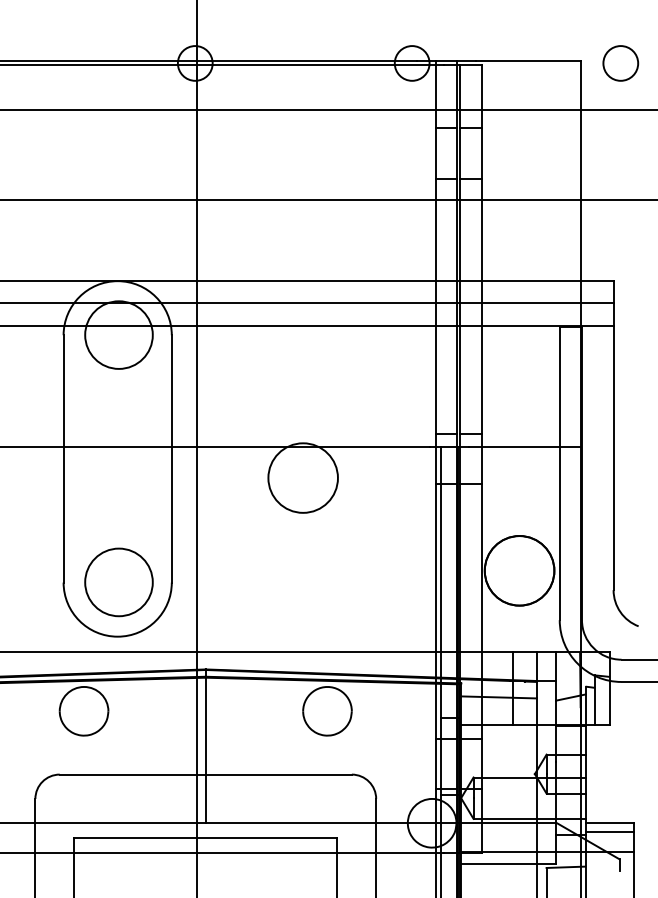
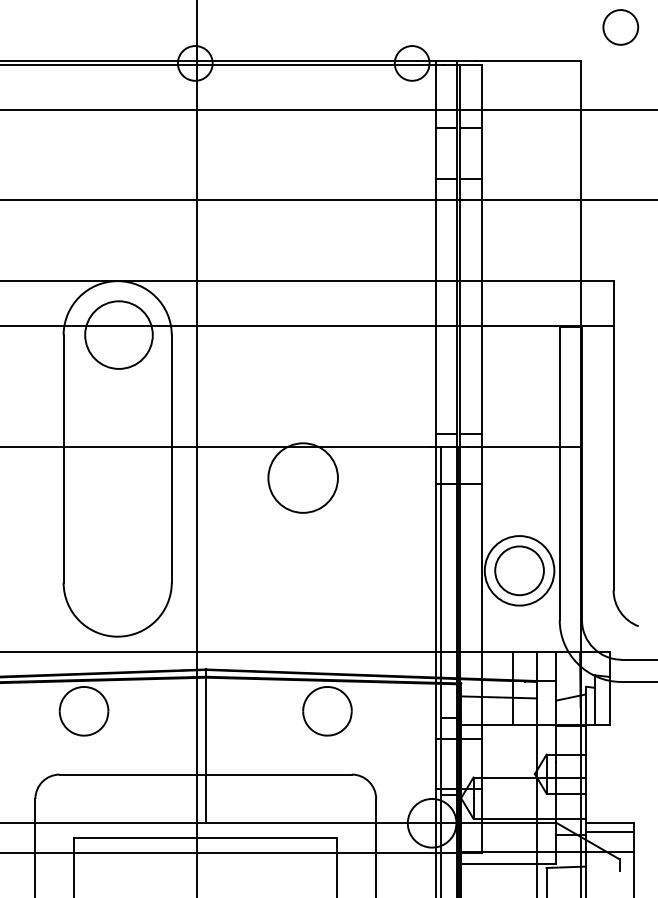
circle at (620, 63) position: (620, 63) -> (620, 27)
line at (307, 303): present -> none
circle at (519, 570) diameter: 70 px -> 49 px
circle at (118, 582): present -> none
